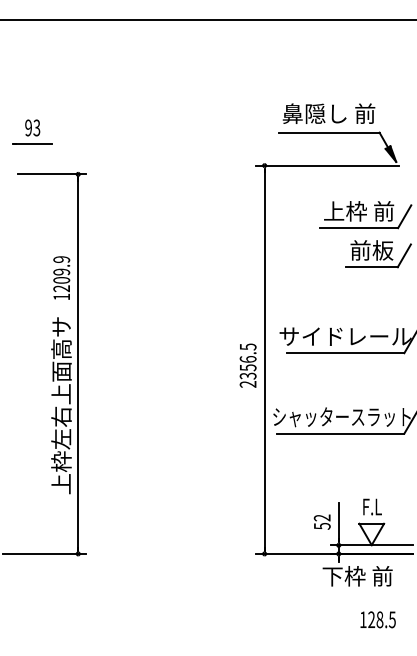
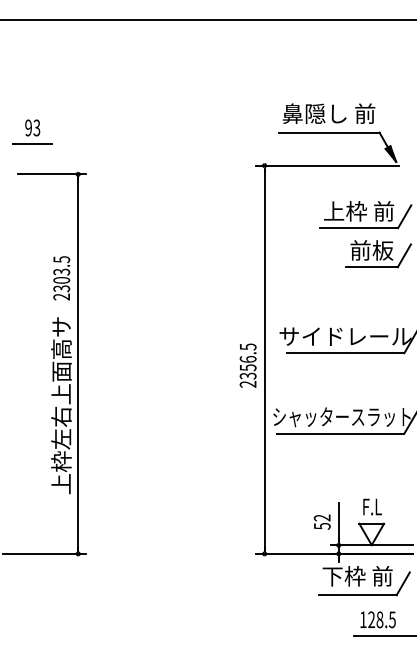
text at (61, 278): 1209.9 -> 2303.5
part at (364, 594): none -> present
line at (383, 636): none -> present
